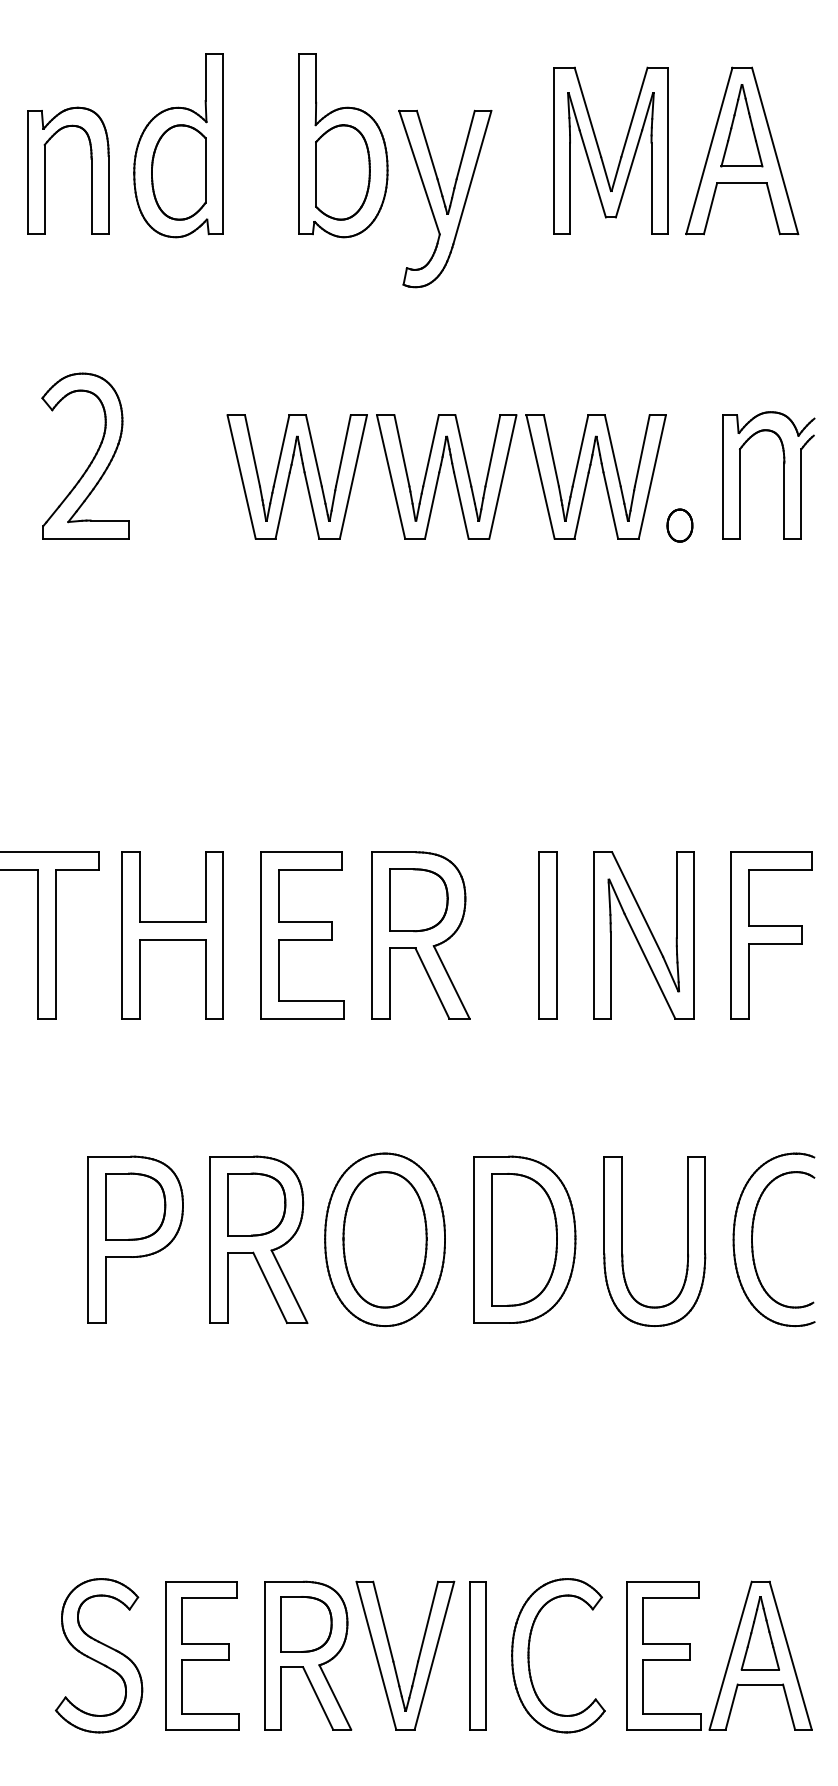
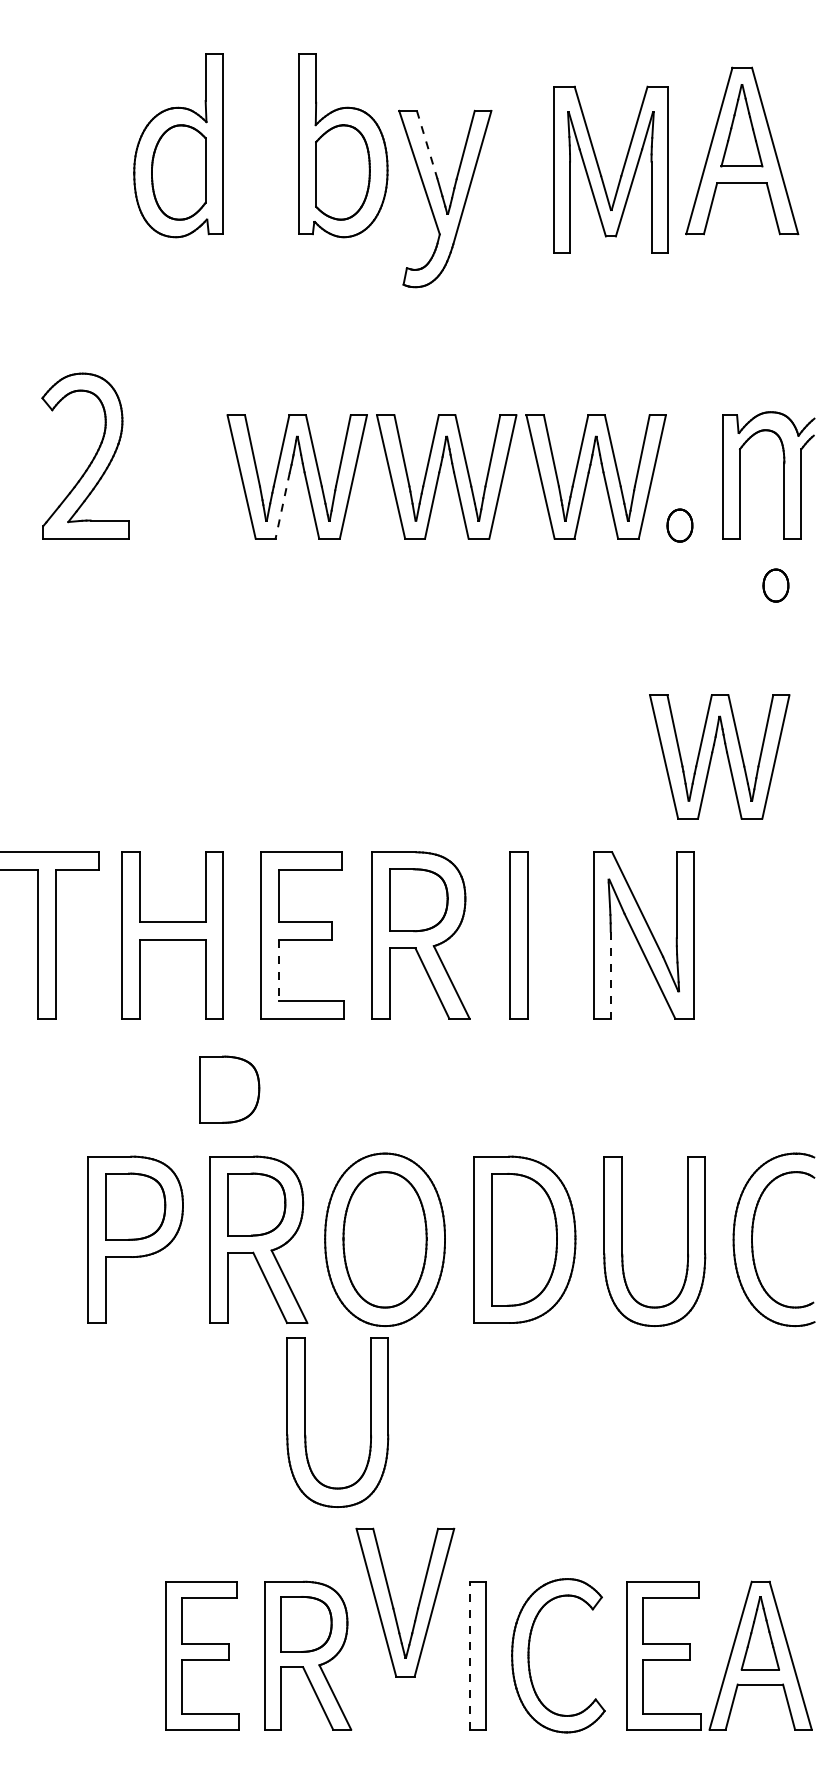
line at (427, 145): solid -> dashed
part at (601, 154) position: (601, 154) -> (601, 173)
part at (45, 170): present -> none
line at (282, 505): solid -> dashed
part at (775, 585): none -> present
part at (712, 756): none -> present
part at (547, 935) position: (547, 935) -> (518, 935)
part at (771, 935): present -> none
line at (278, 971): solid -> dashed
line at (610, 975): solid -> dashed
part at (229, 1089): none -> present
part at (305, 1422): none -> present
part at (99, 1655): present -> none
line at (470, 1655): solid -> dashed
part at (394, 1660) position: (394, 1660) -> (394, 1607)
